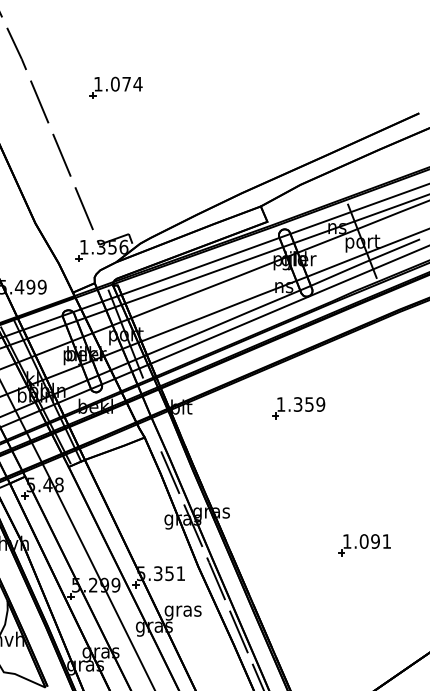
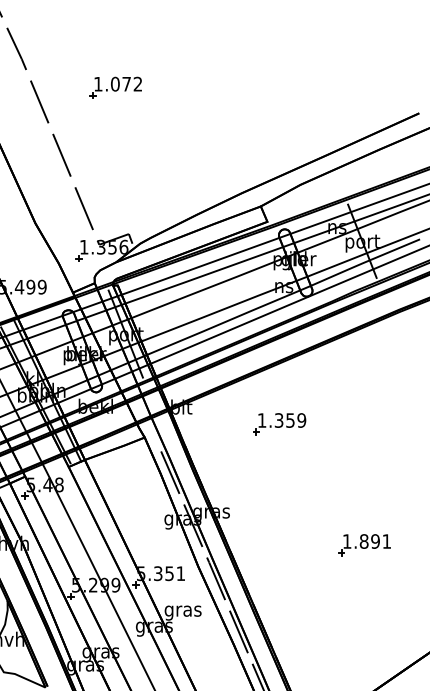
text at (137, 83): 1.074 -> 1.072
part at (298, 408) position: (298, 408) -> (279, 424)
text at (363, 541): 1.091 -> 1.891
